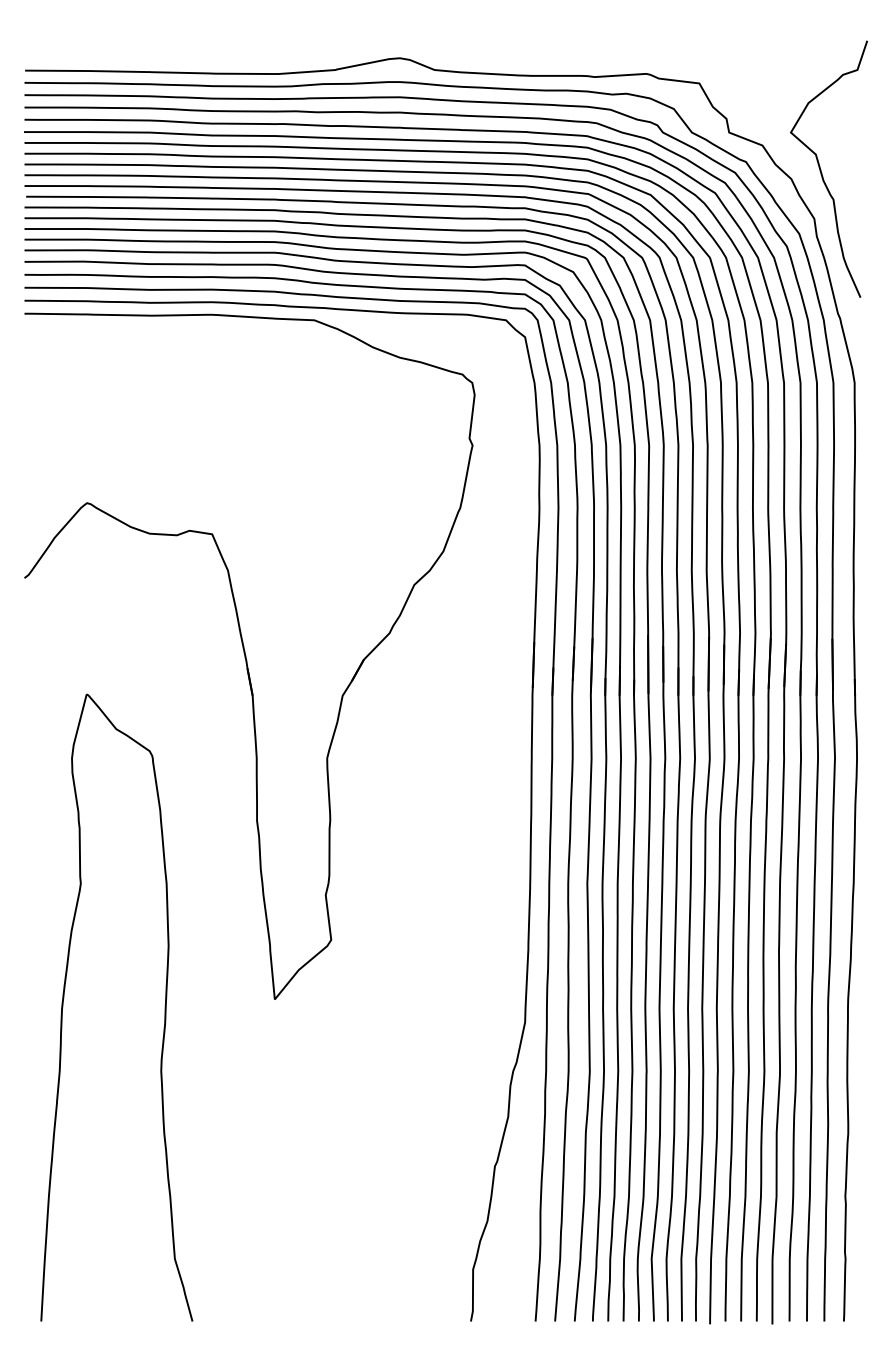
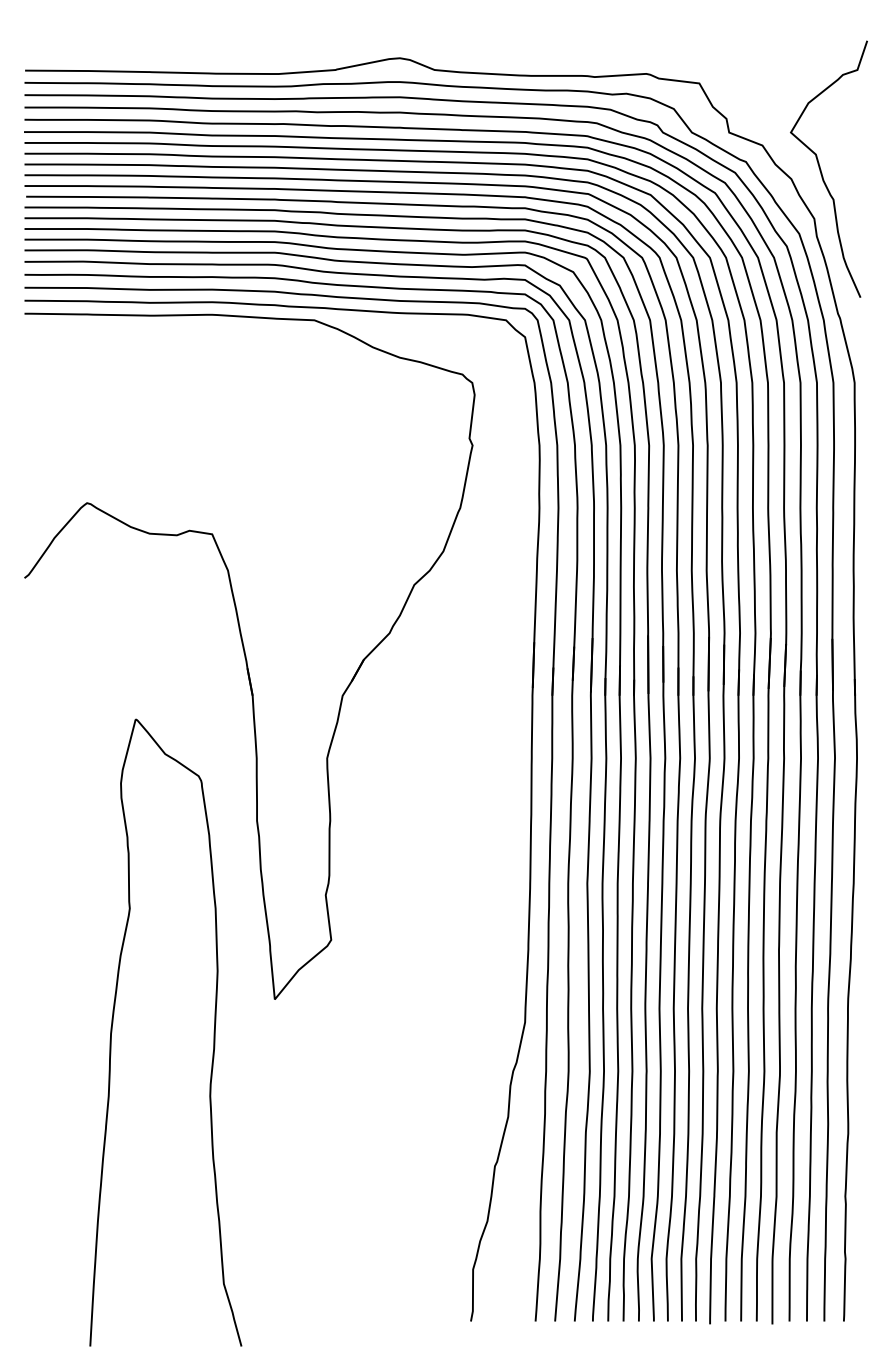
curve at (164, 1007) position: (164, 1007) -> (213, 1032)
